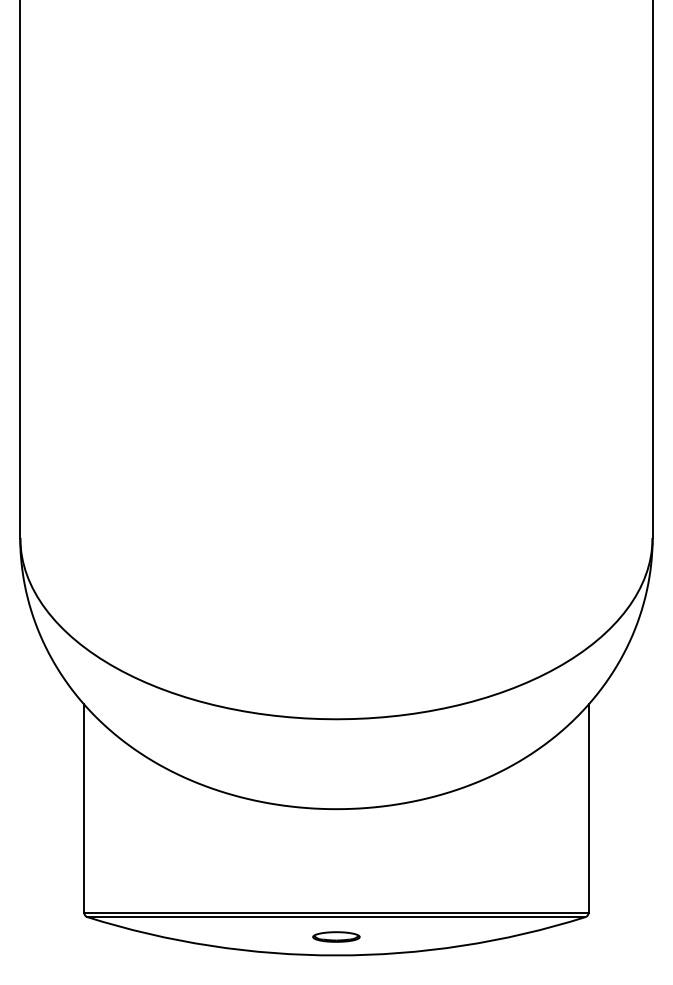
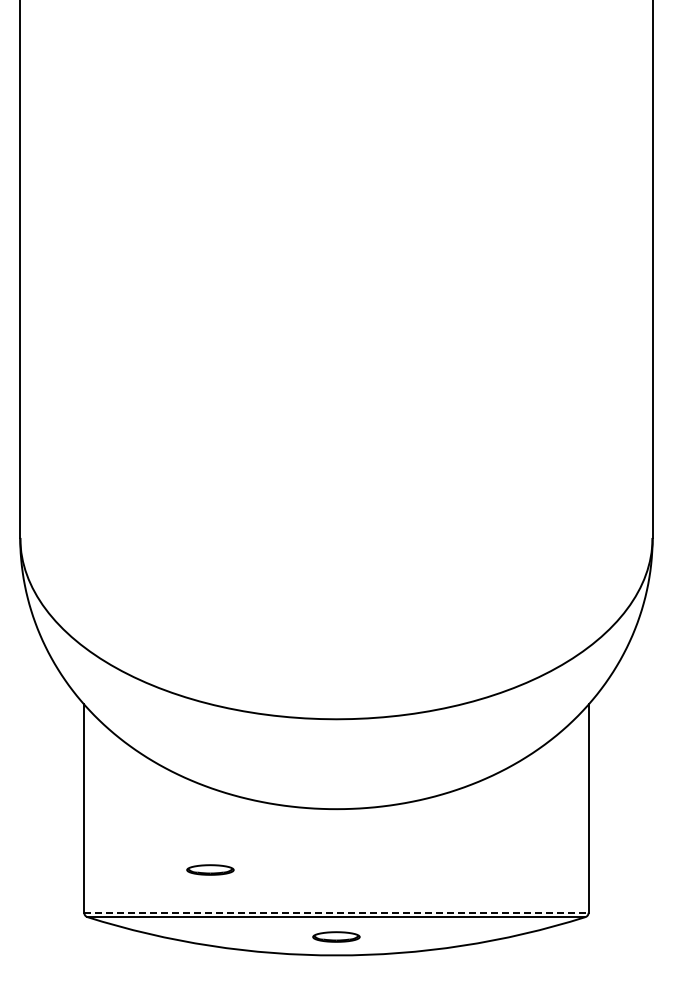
part at (210, 869): none -> present
line at (336, 912): solid -> dashed
